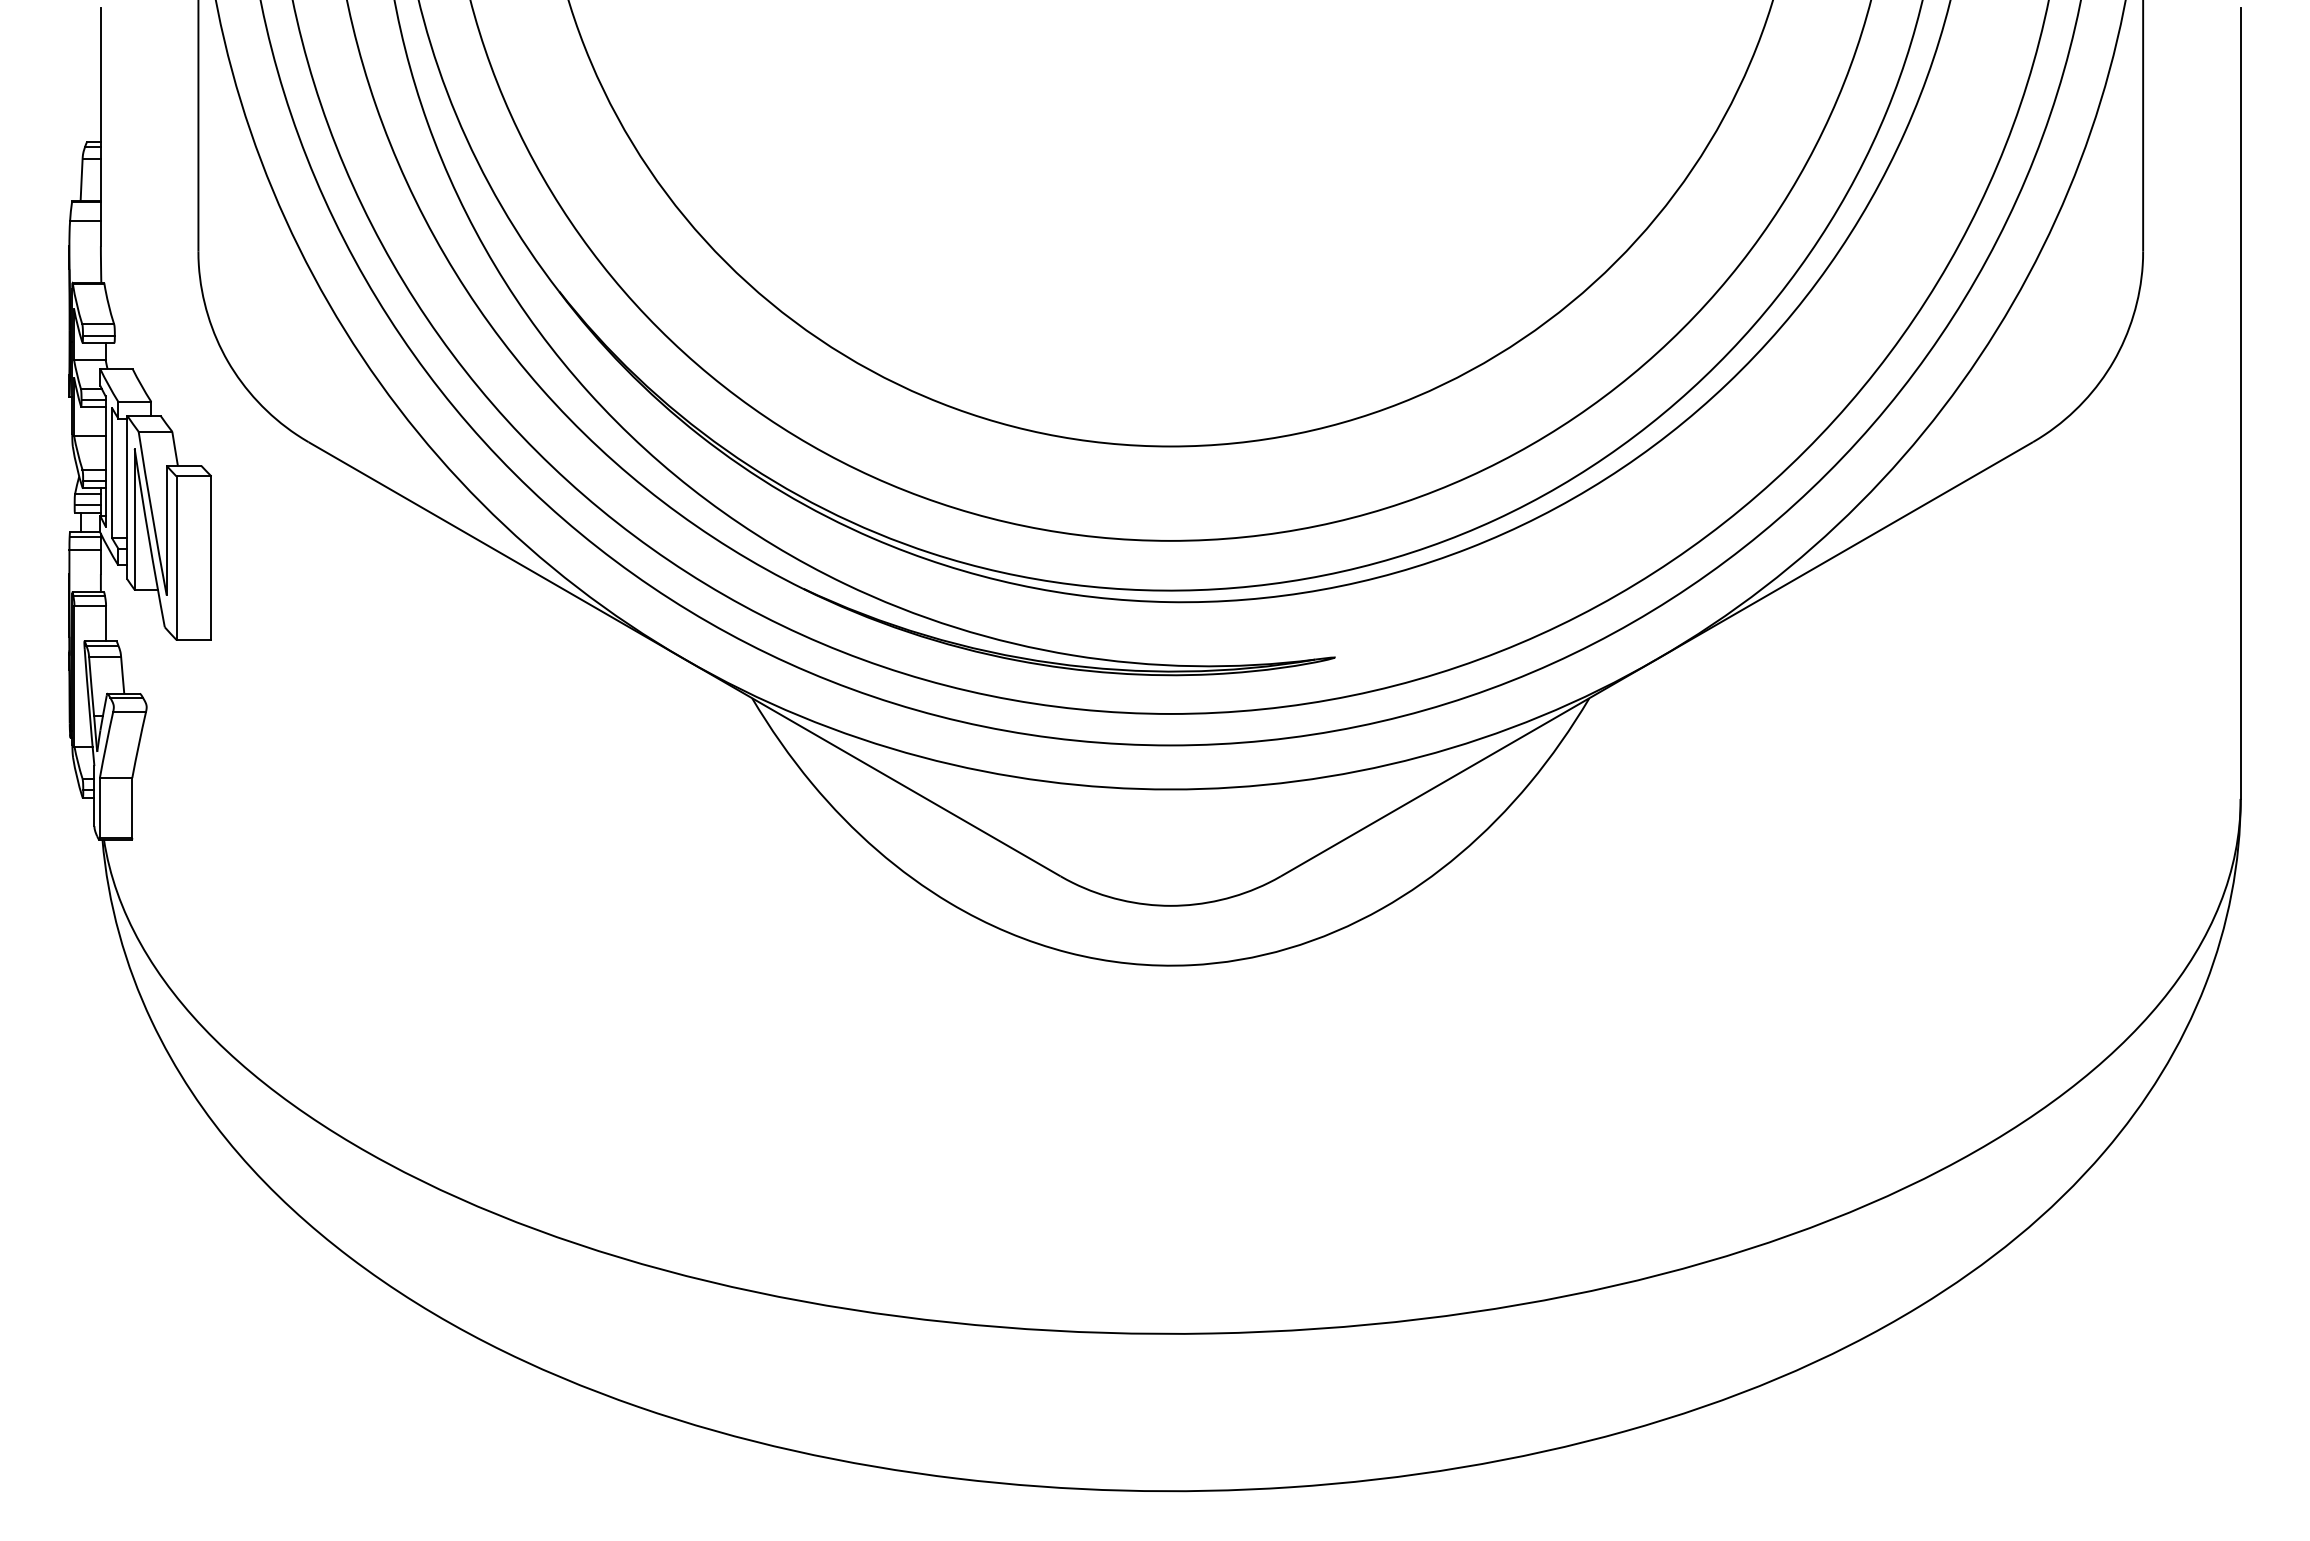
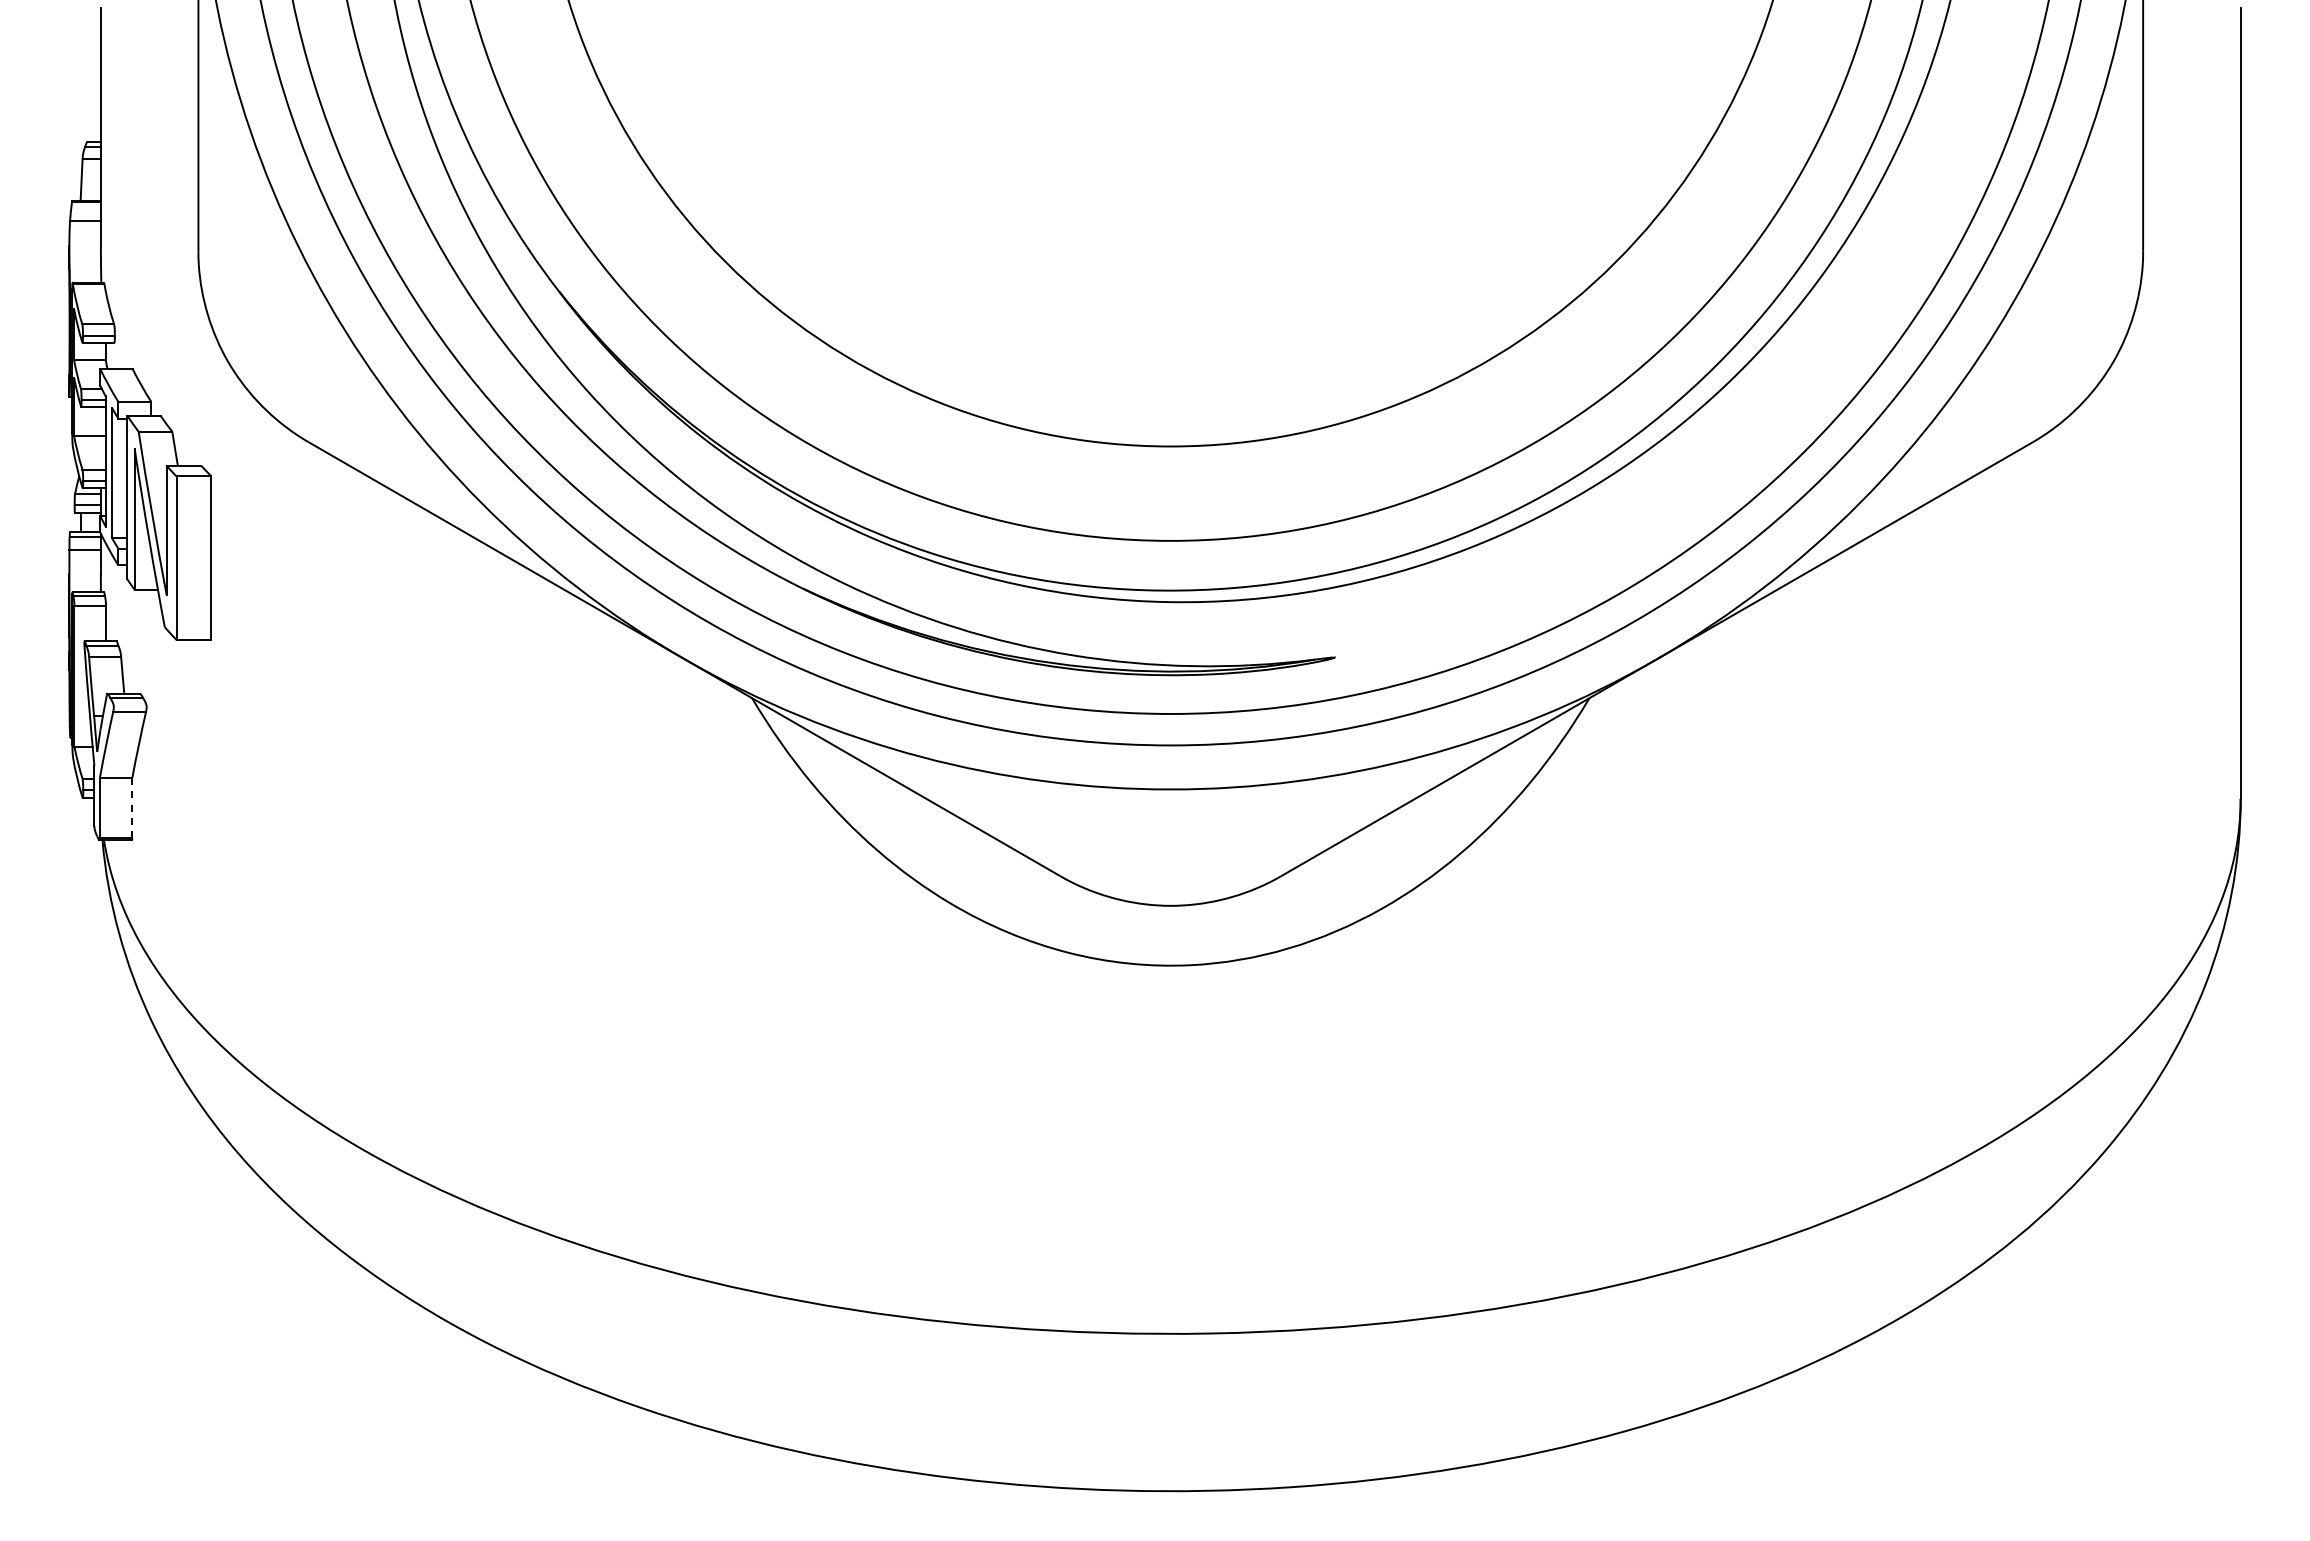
line at (132, 808): solid -> dashed
